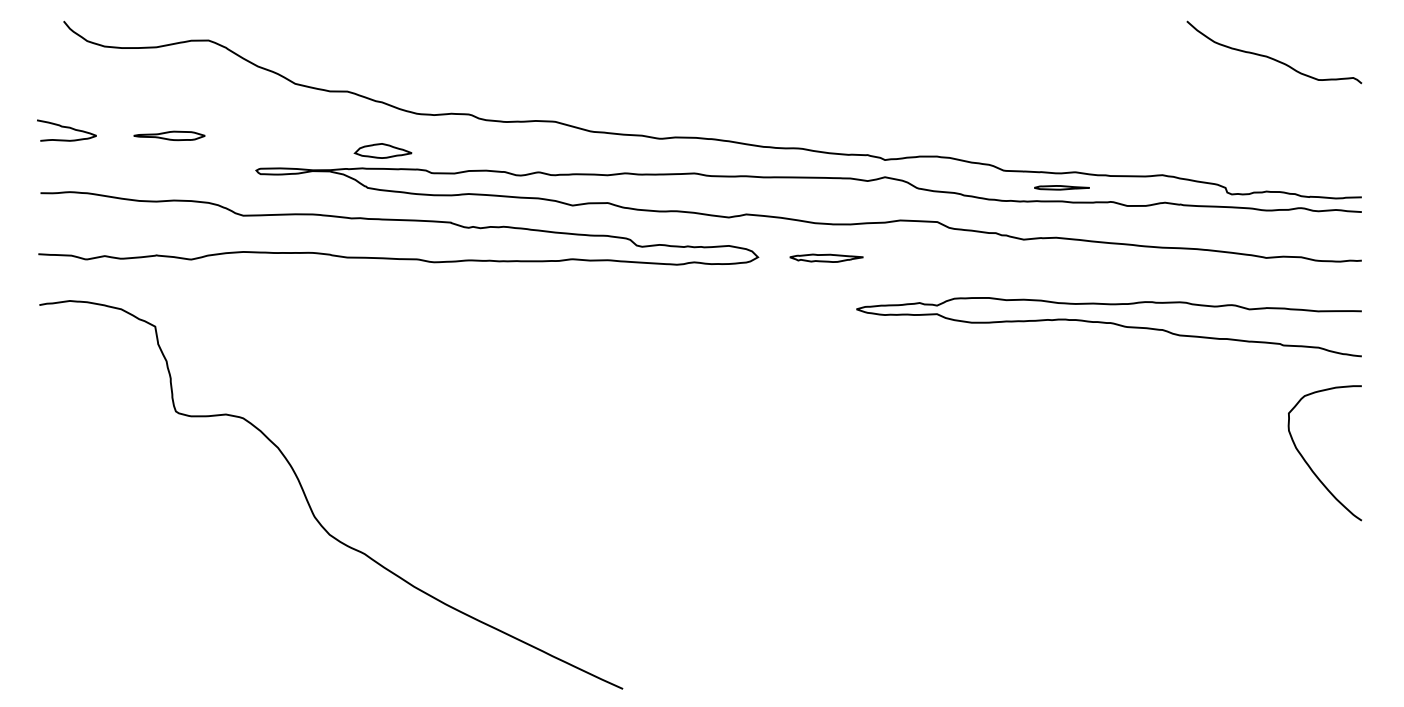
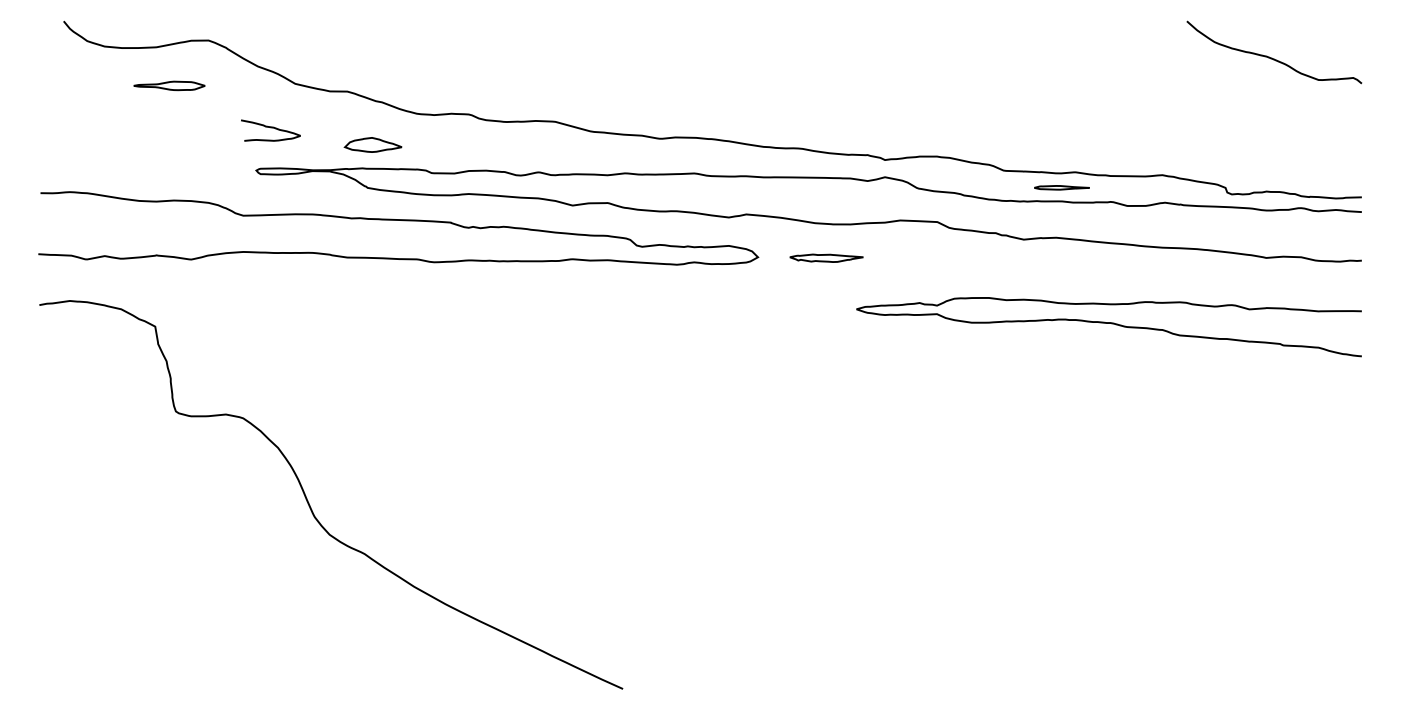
curve at (66, 128) position: (66, 128) -> (270, 128)
part at (169, 135) position: (169, 135) -> (169, 85)
part at (382, 150) position: (382, 150) -> (372, 144)
curve at (1308, 463): present -> none
